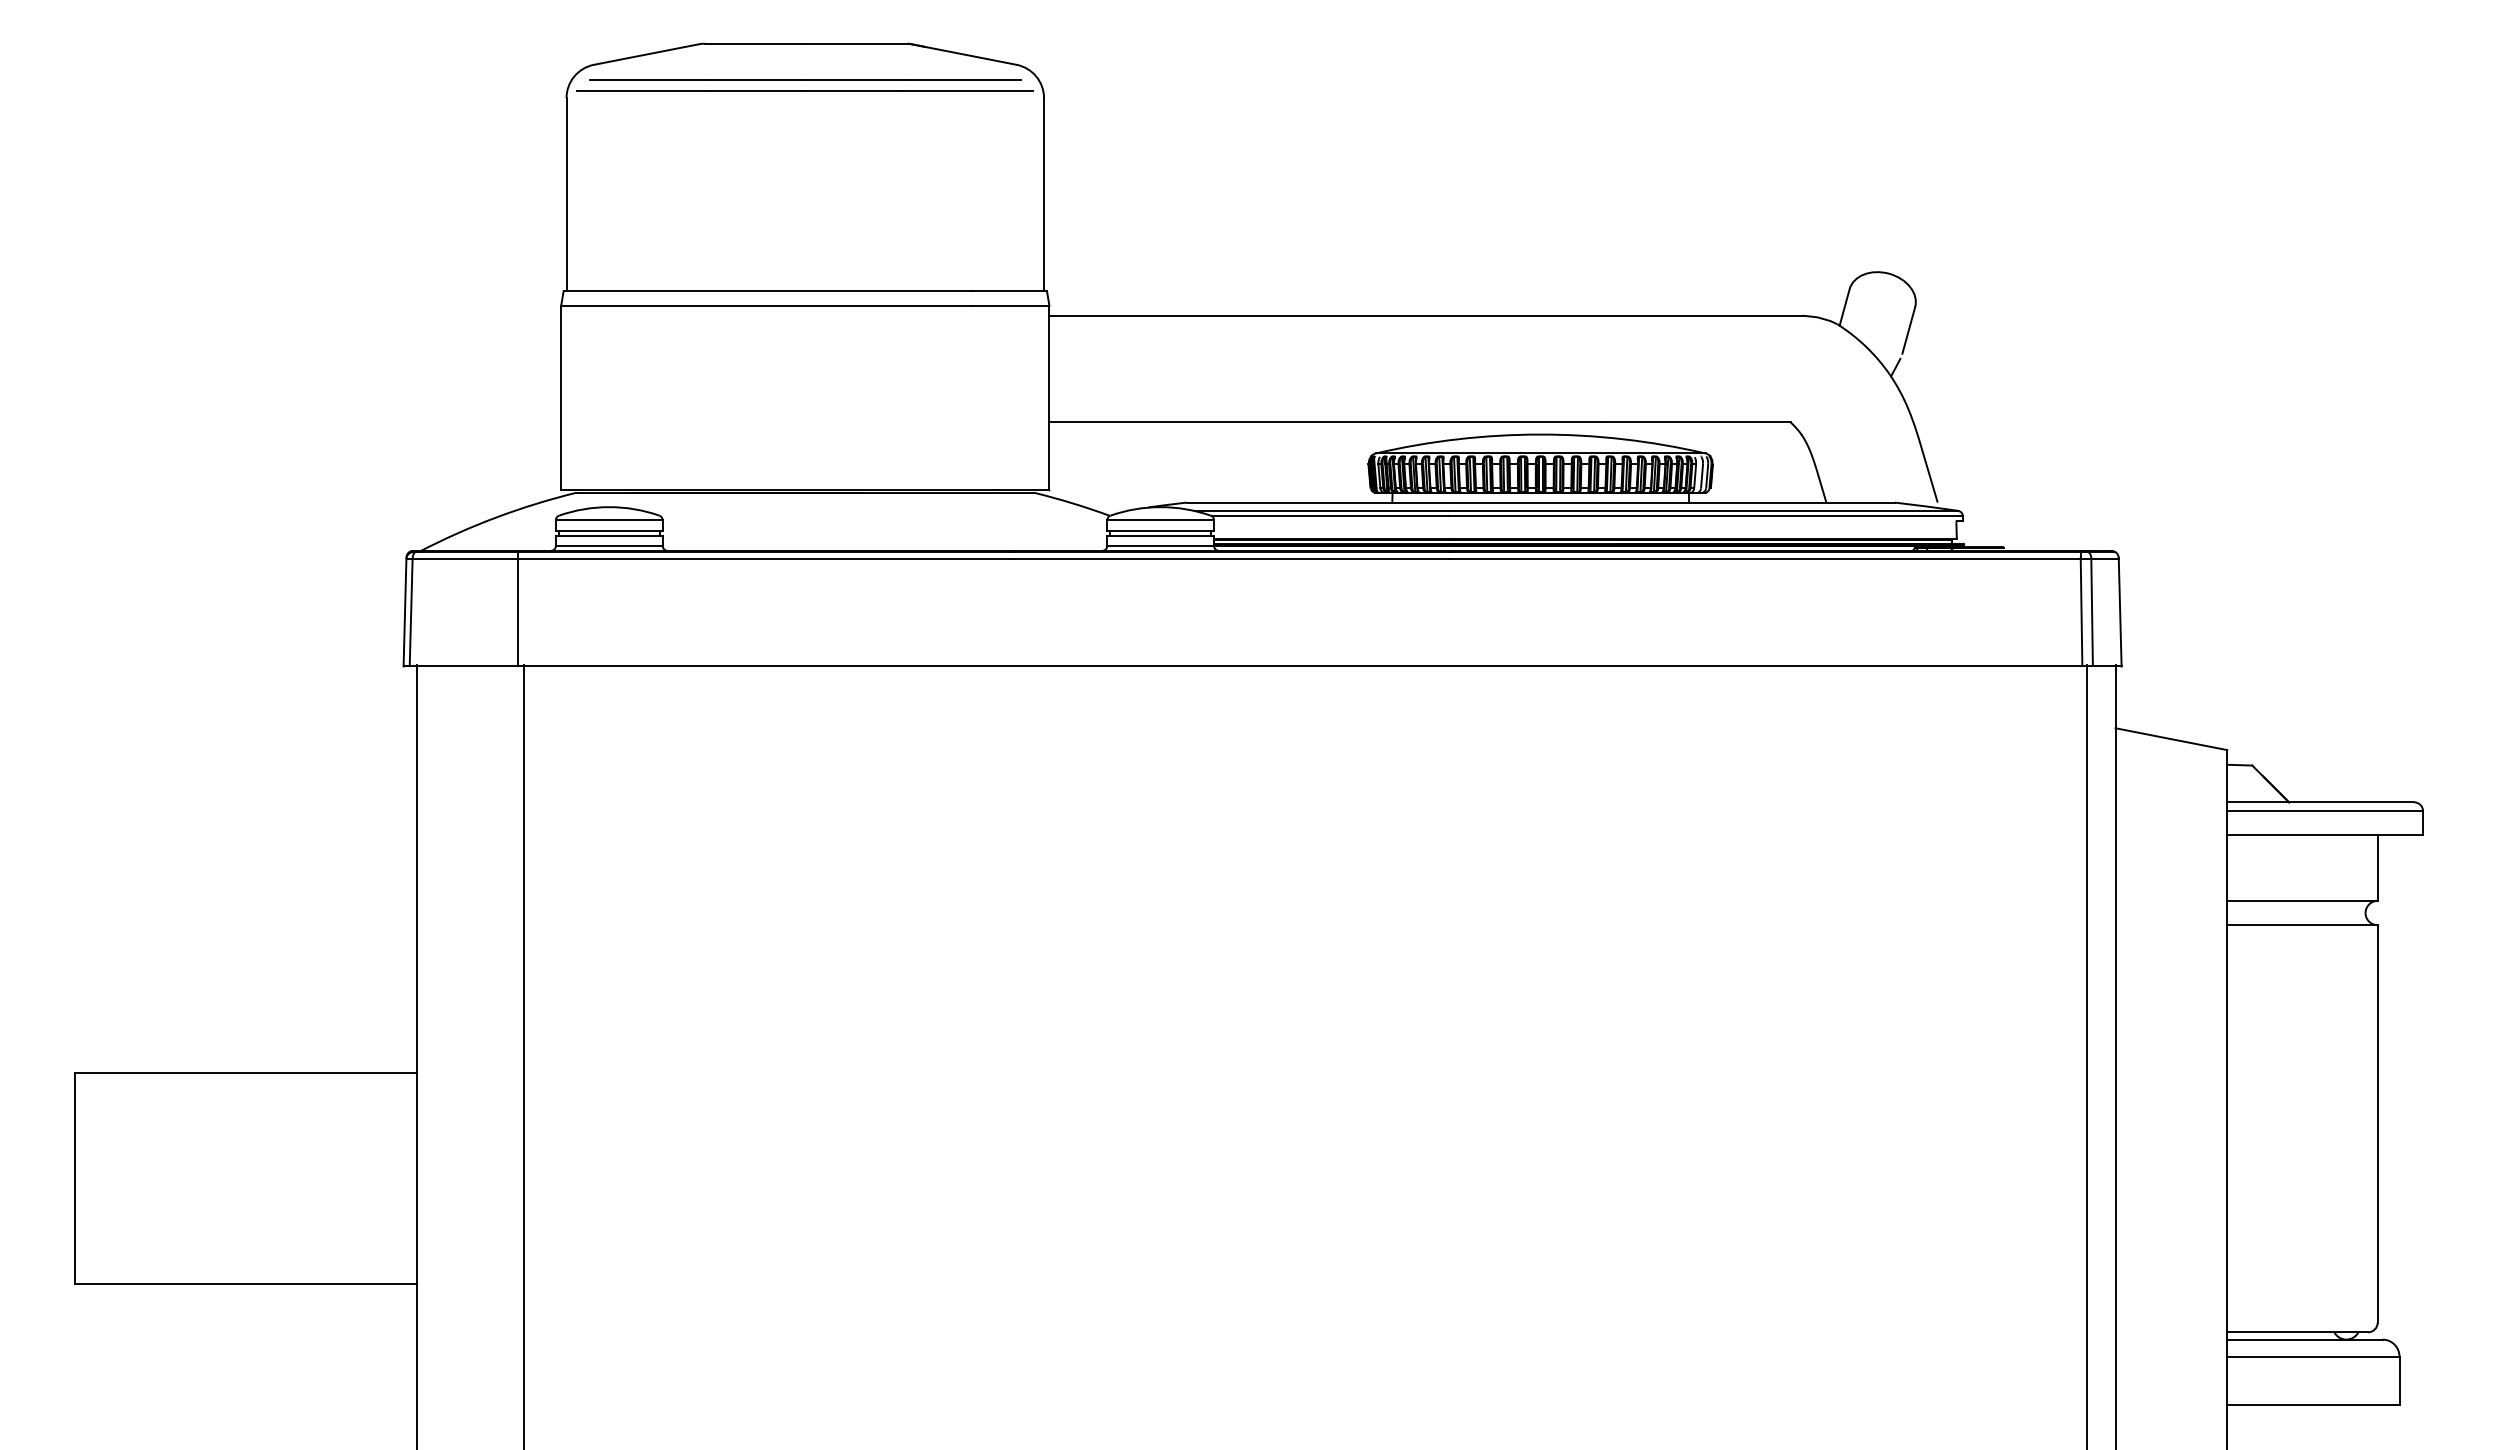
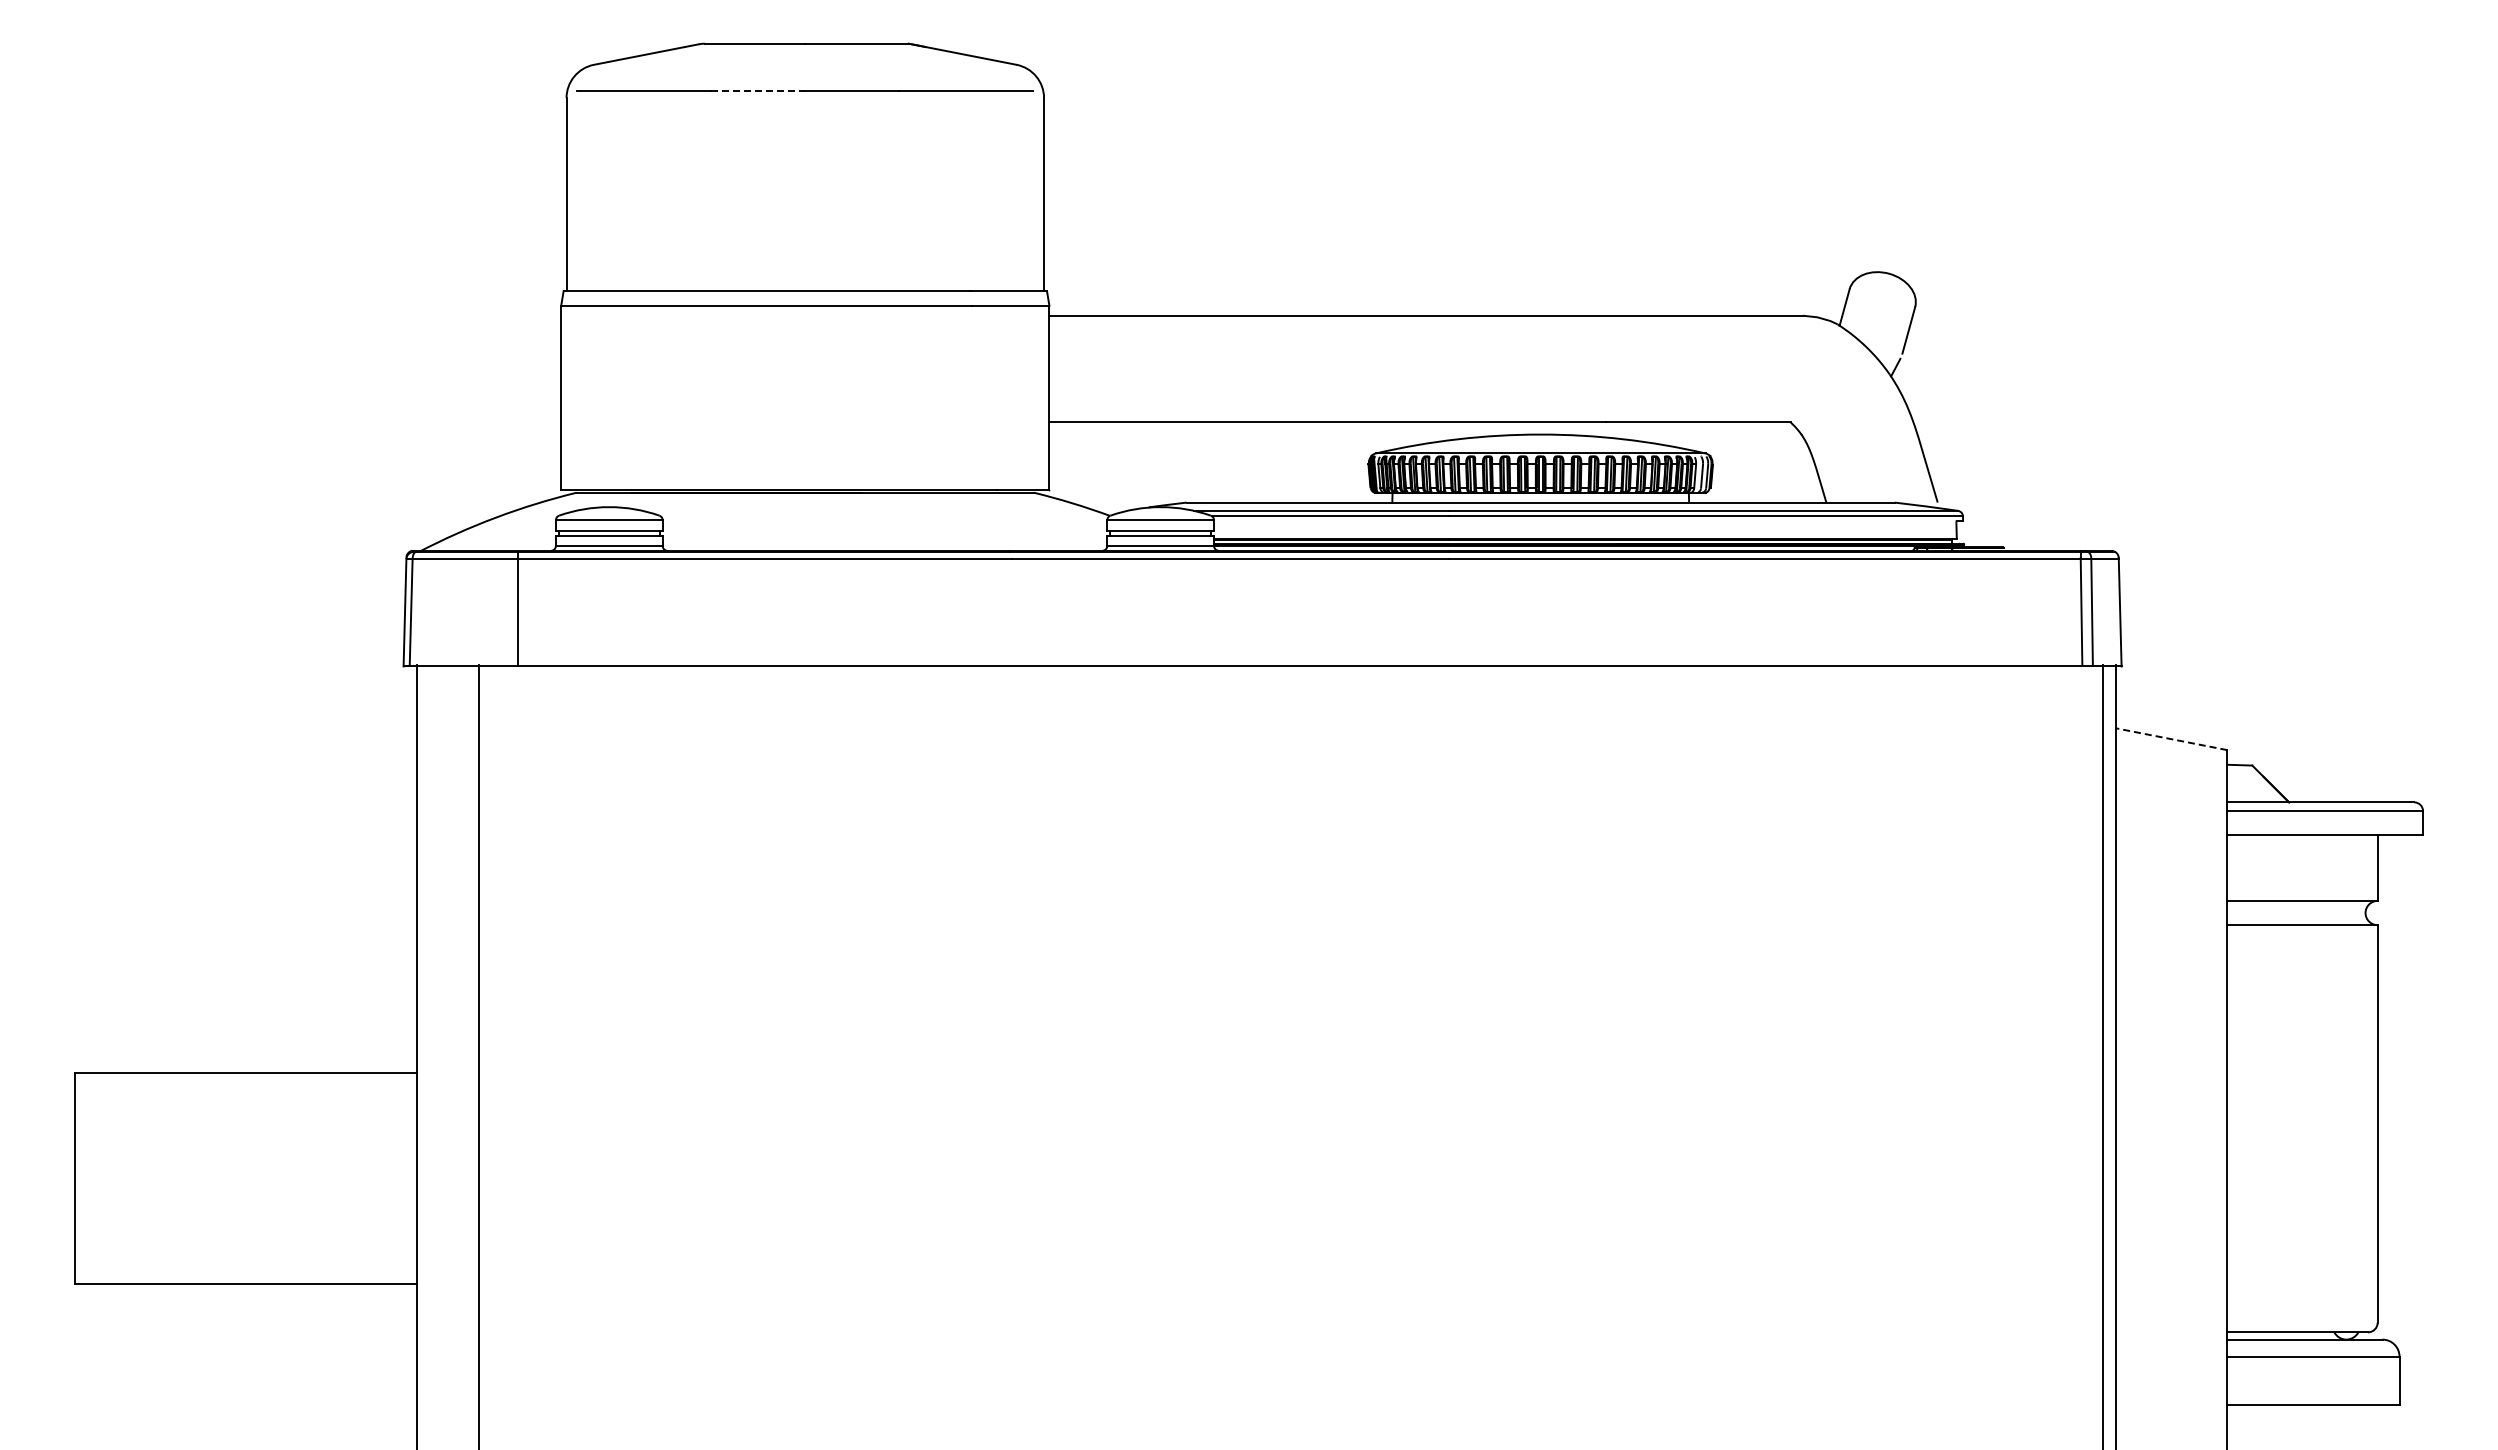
line at (805, 79): present -> none
line at (758, 90): solid -> dashed
line at (2171, 739): solid -> dashed
line at (523, 1055) position: (523, 1055) -> (478, 1055)
line at (2086, 1055) position: (2086, 1055) -> (2102, 1055)
